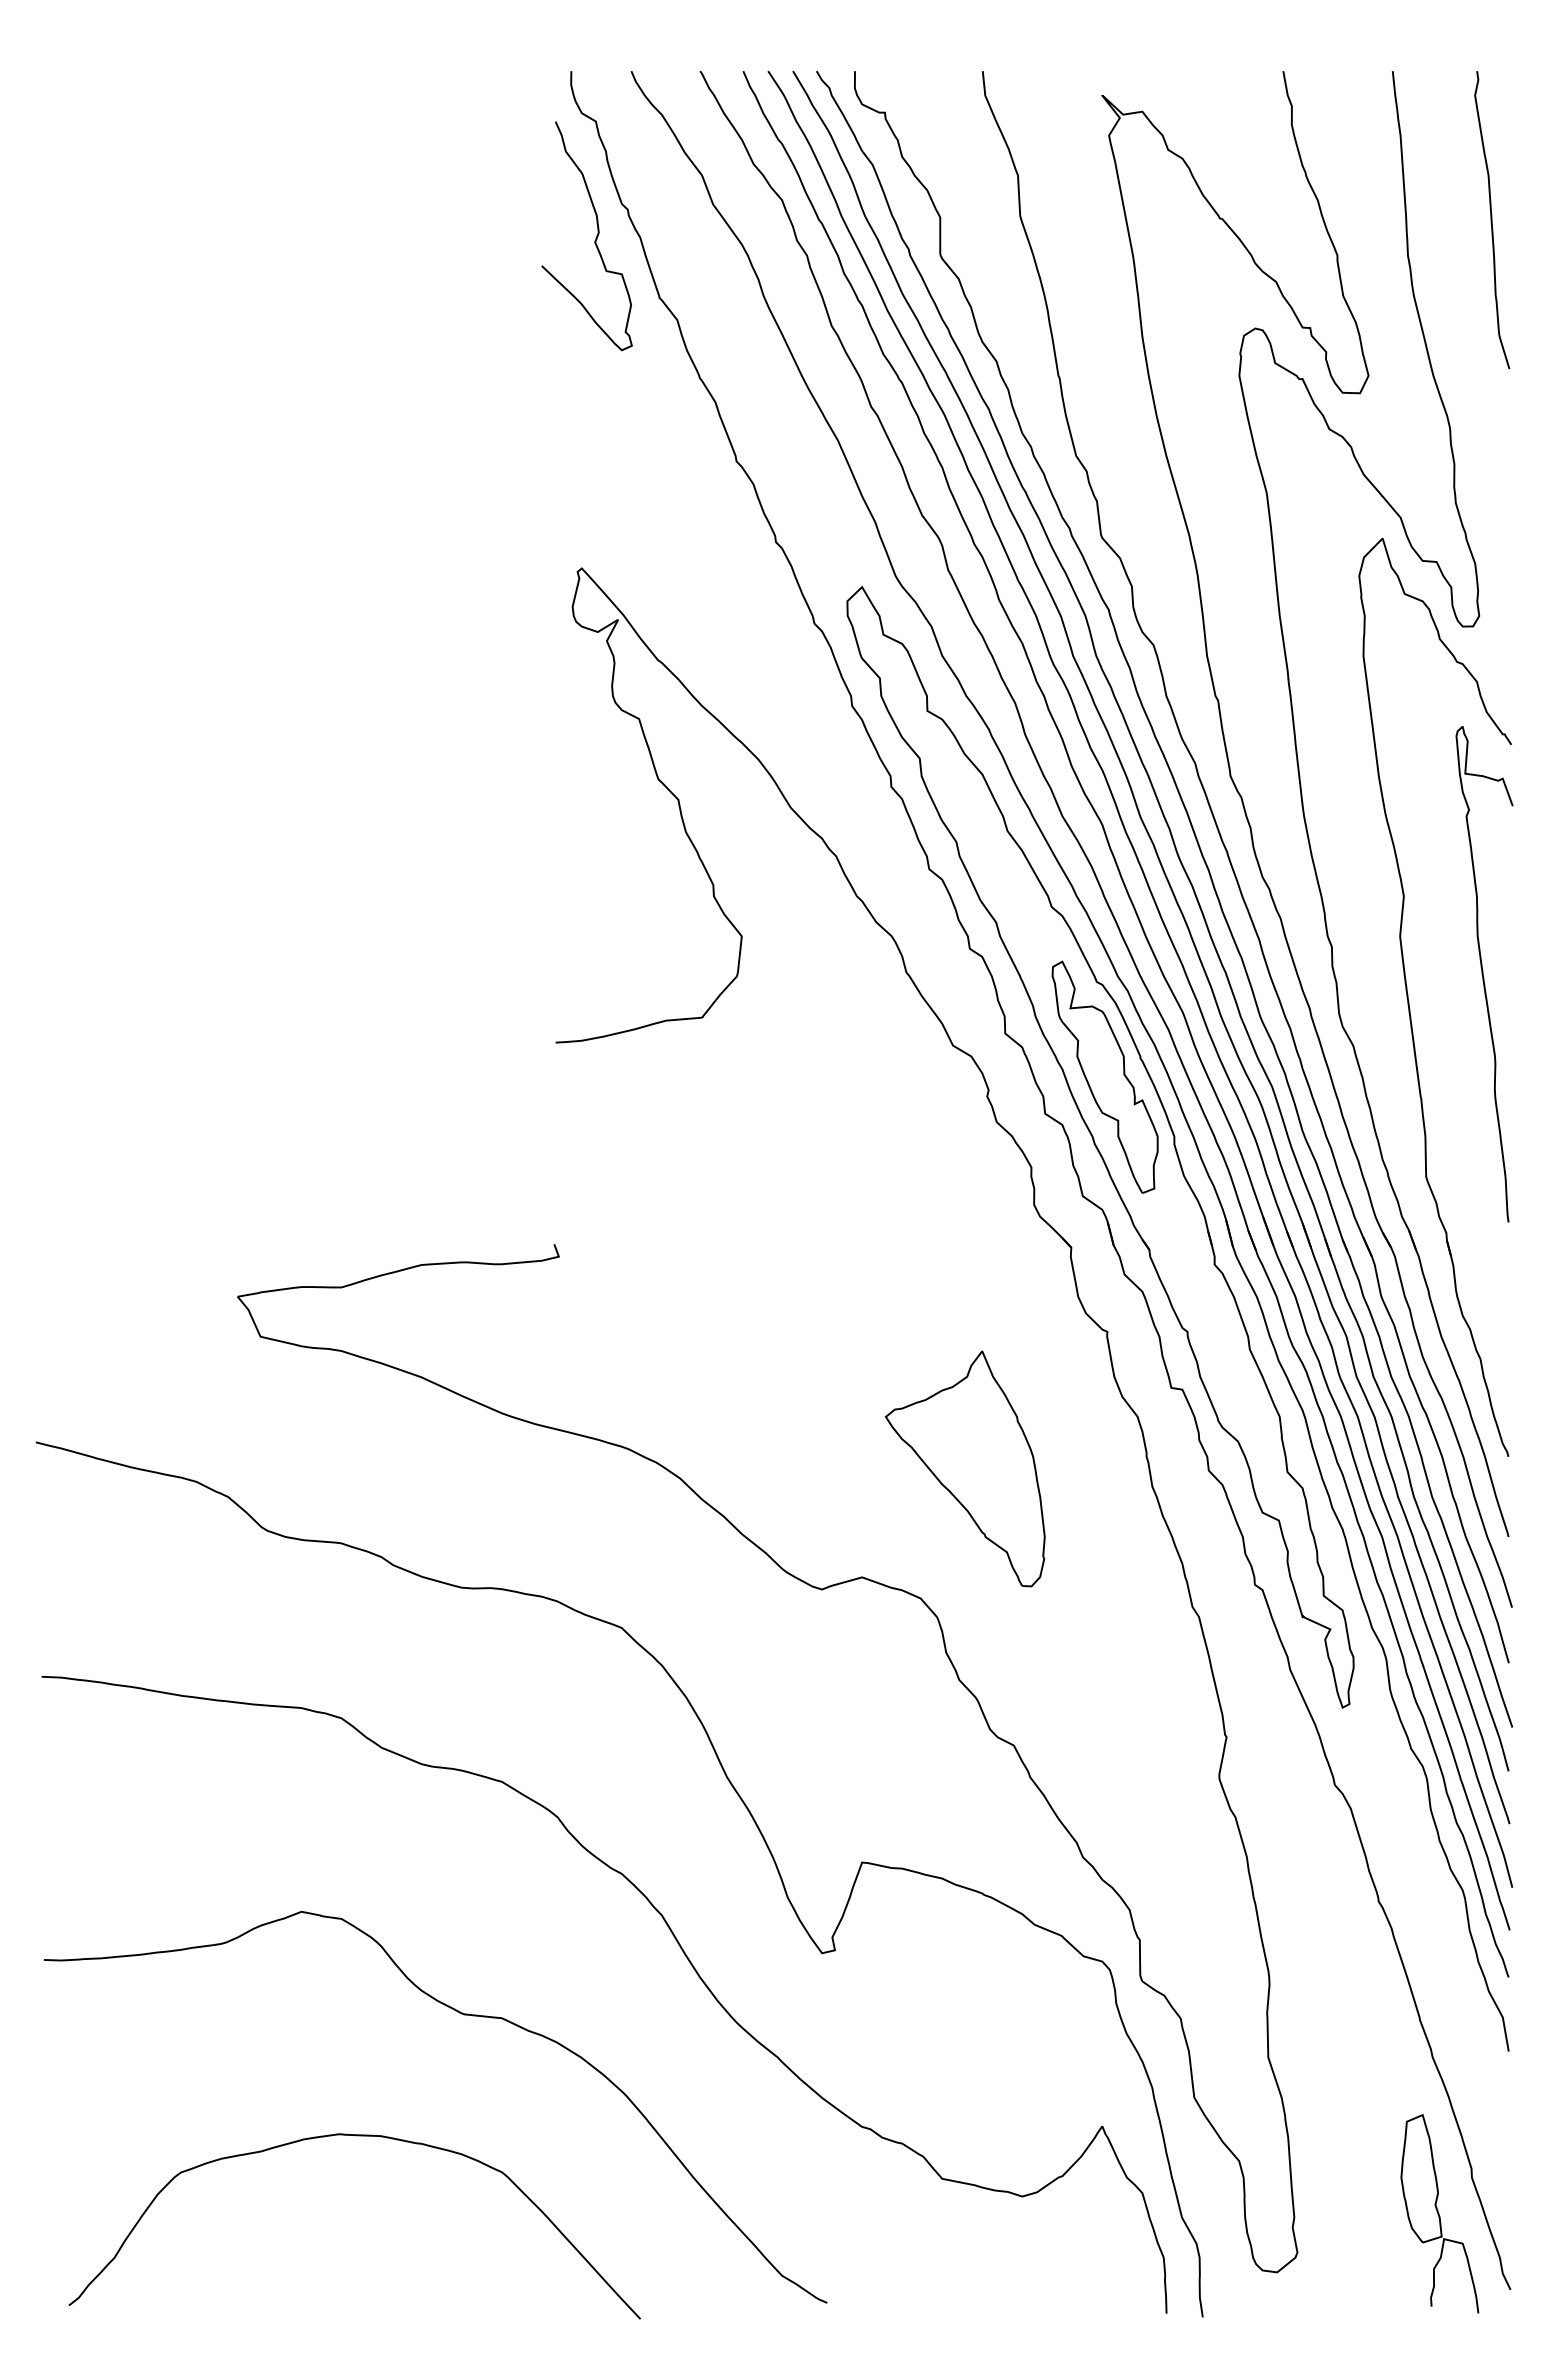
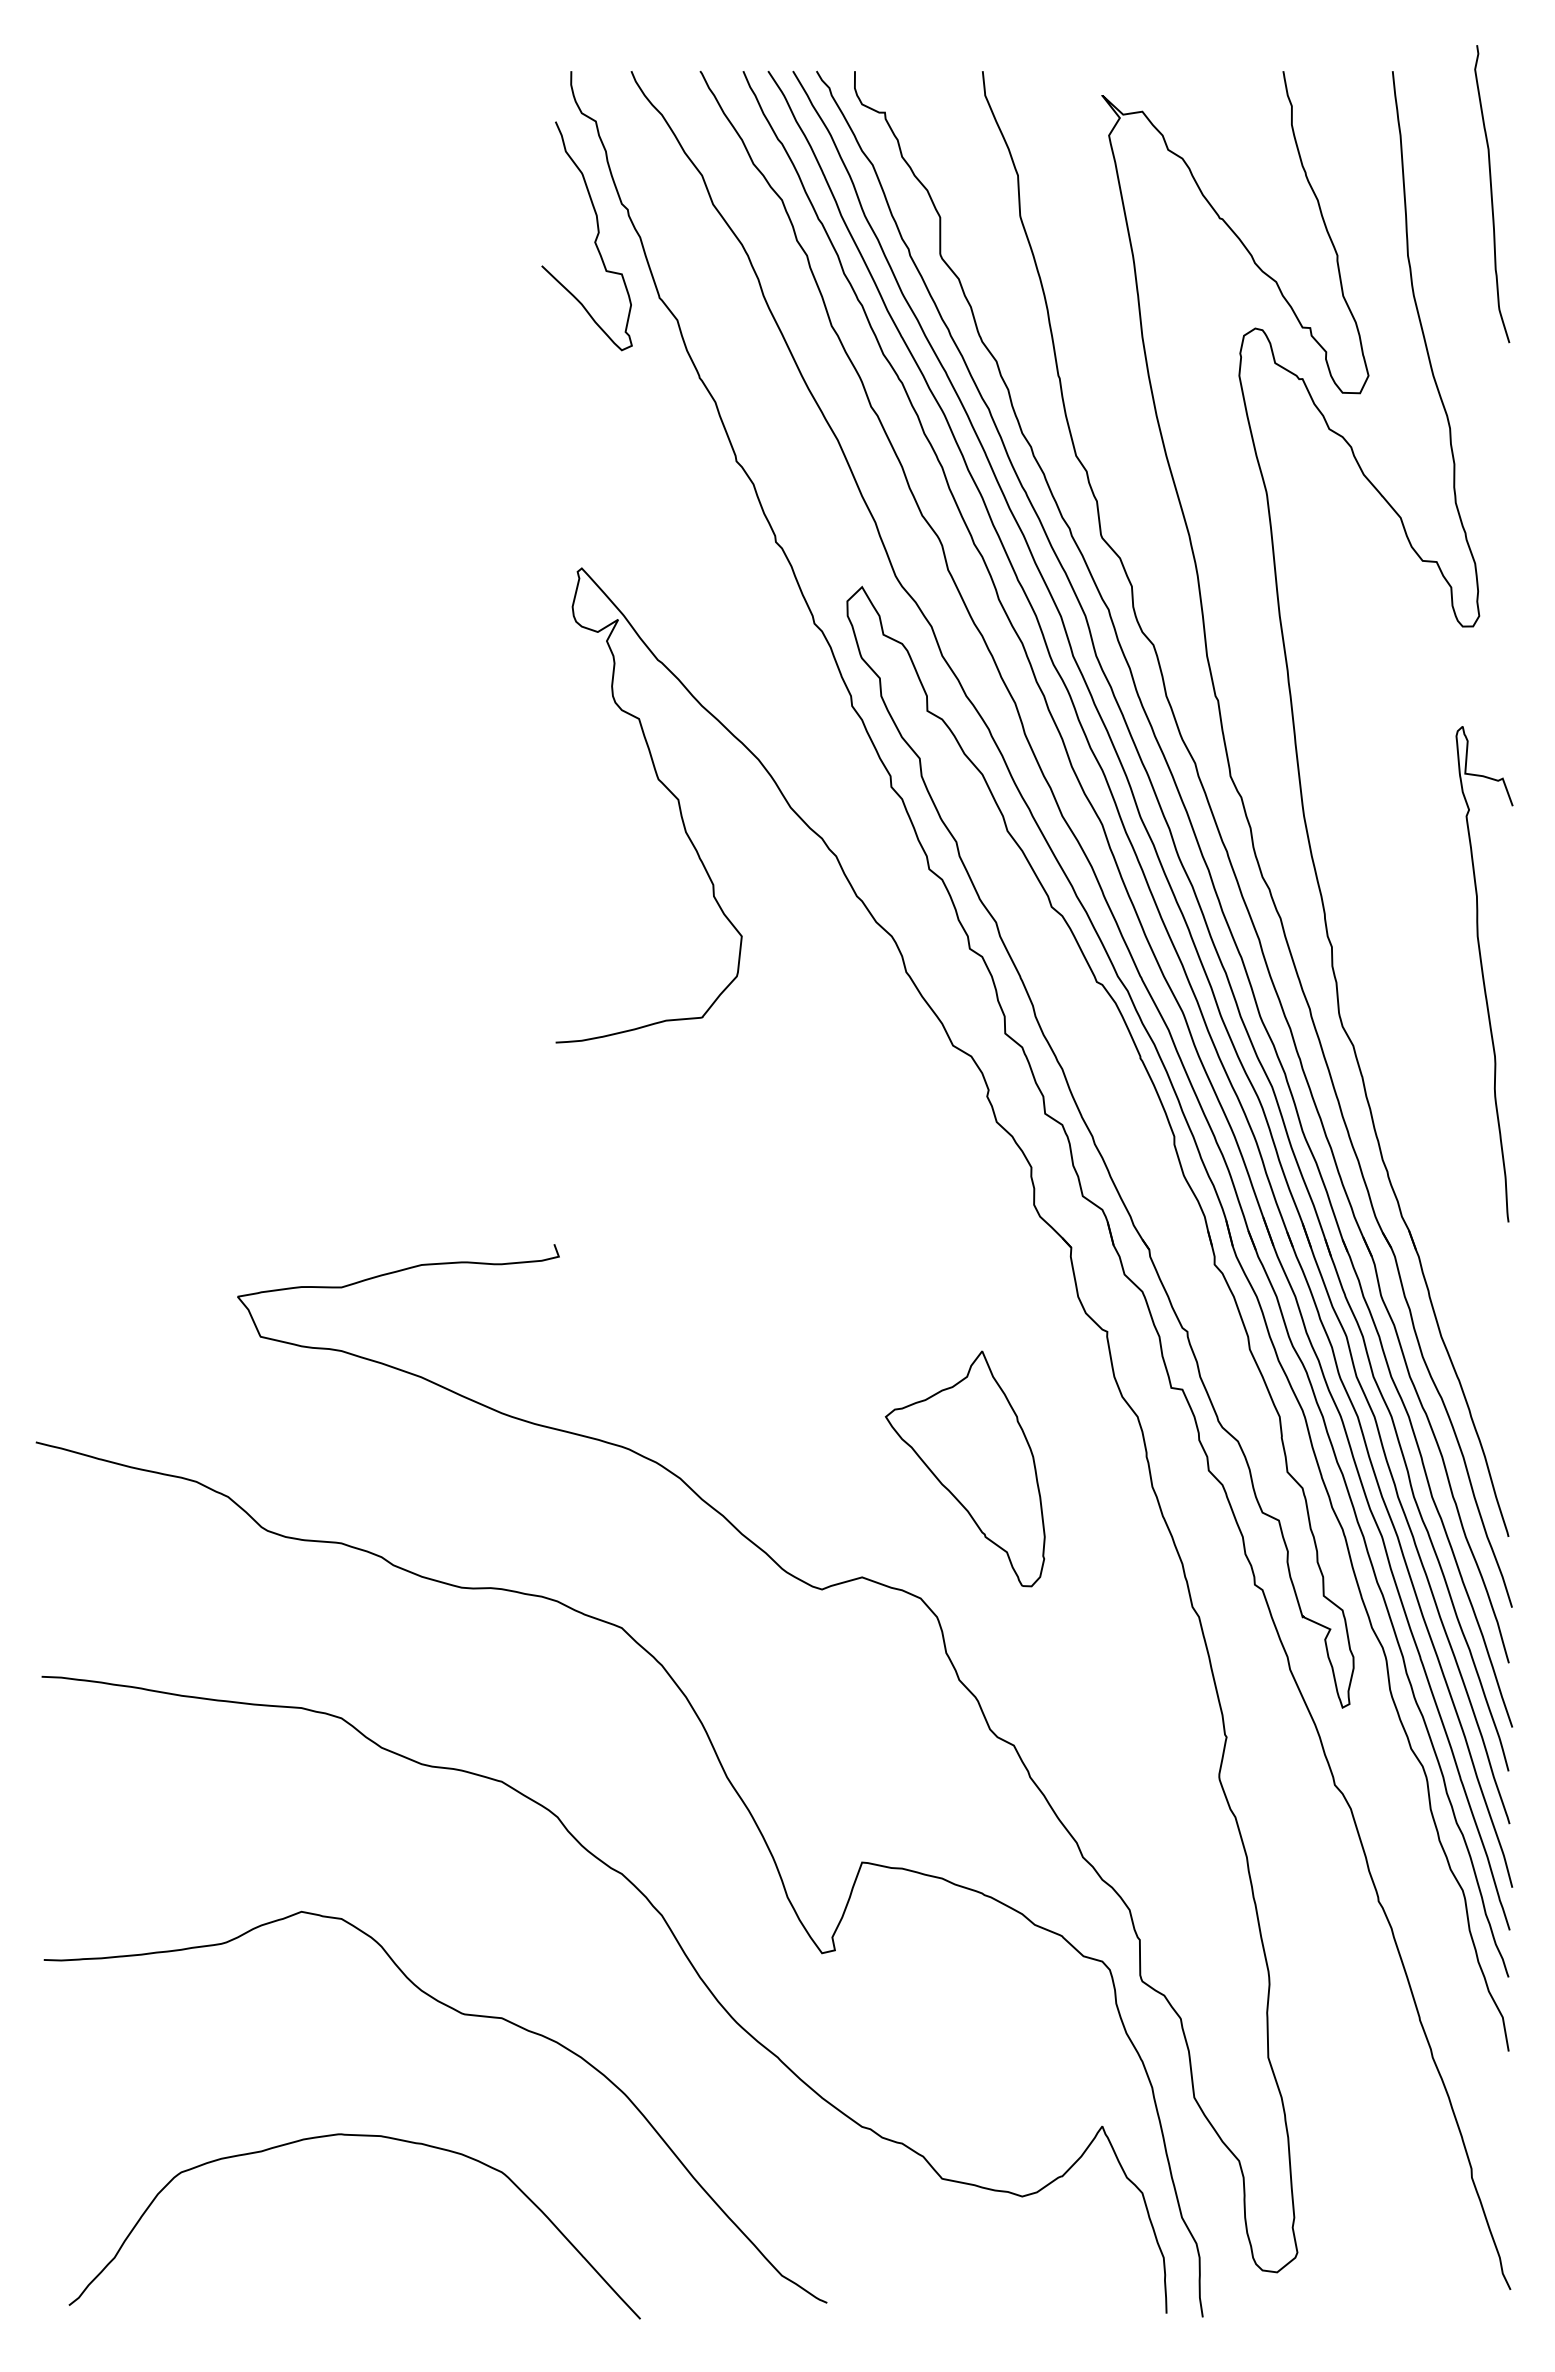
curve at (1492, 220) position: (1492, 220) -> (1492, 194)
part at (1409, 1001): present -> none
part at (1104, 1076): present -> none
part at (1439, 2213): present -> none
